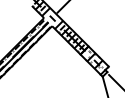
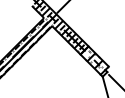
hatch at (51, 18): none -> present
